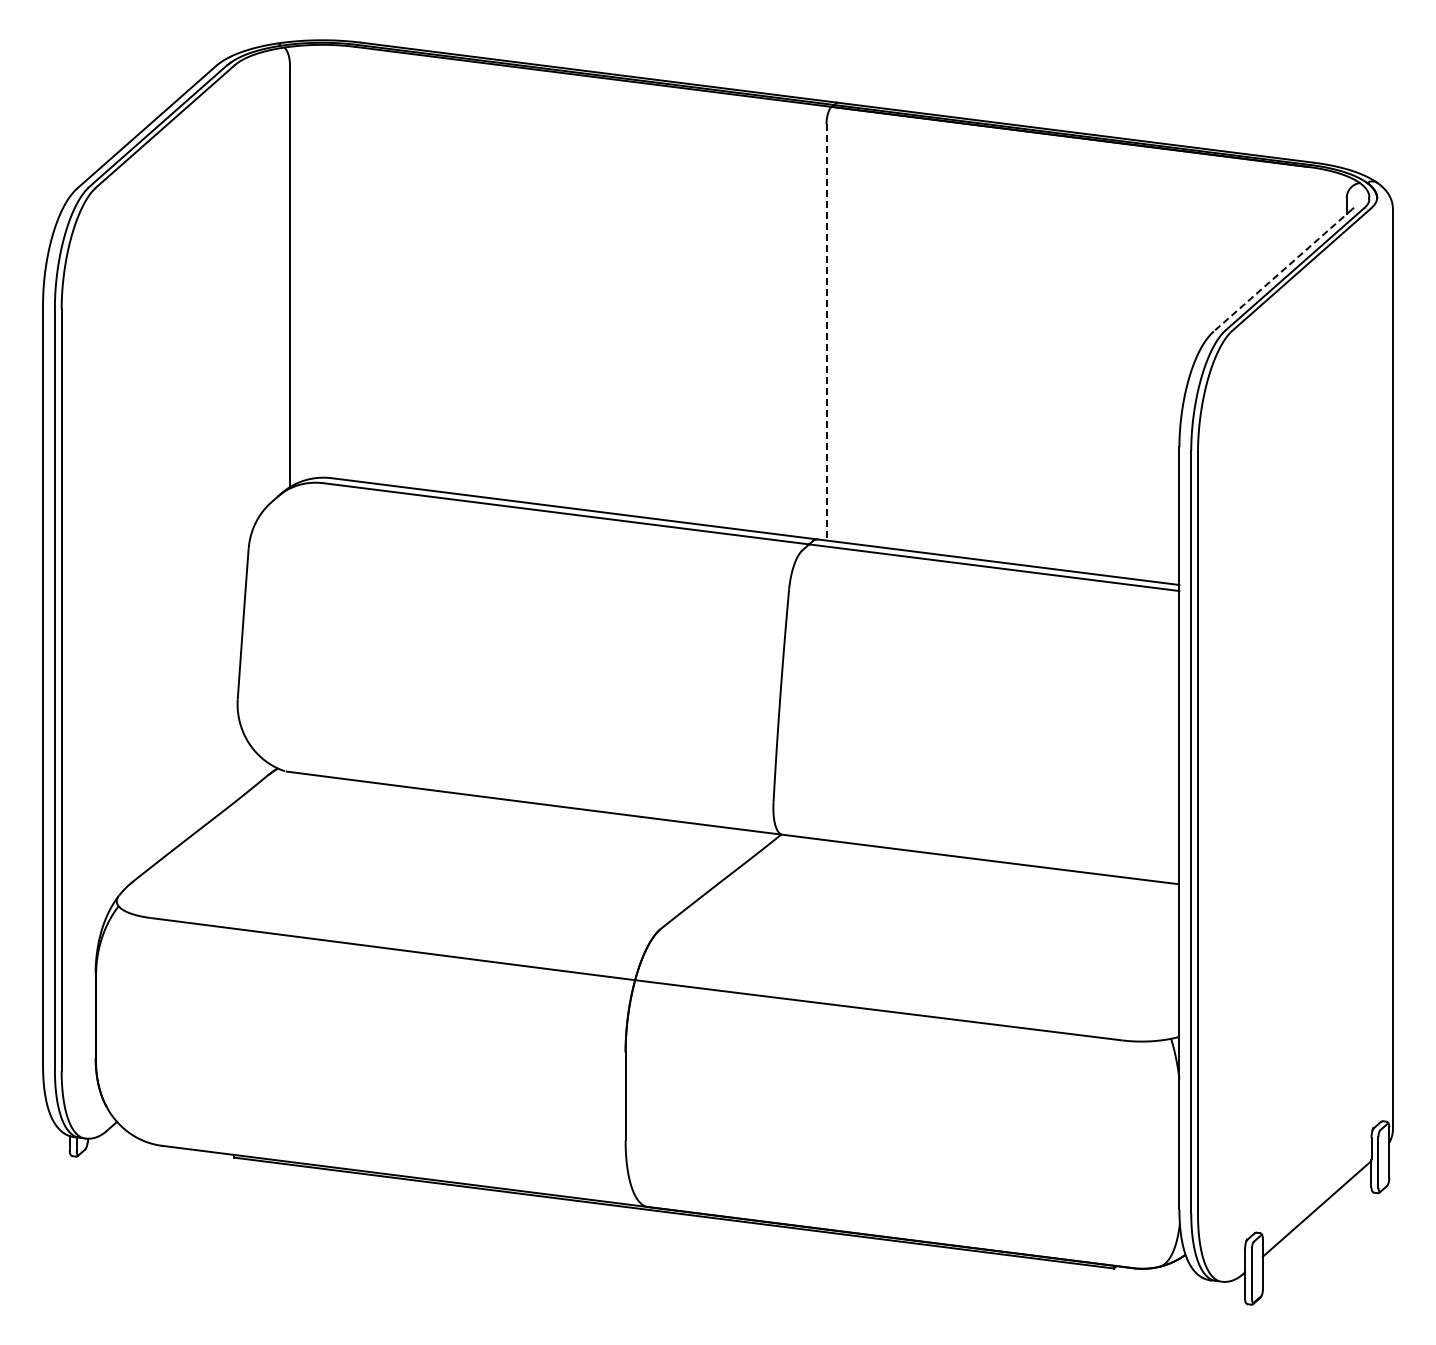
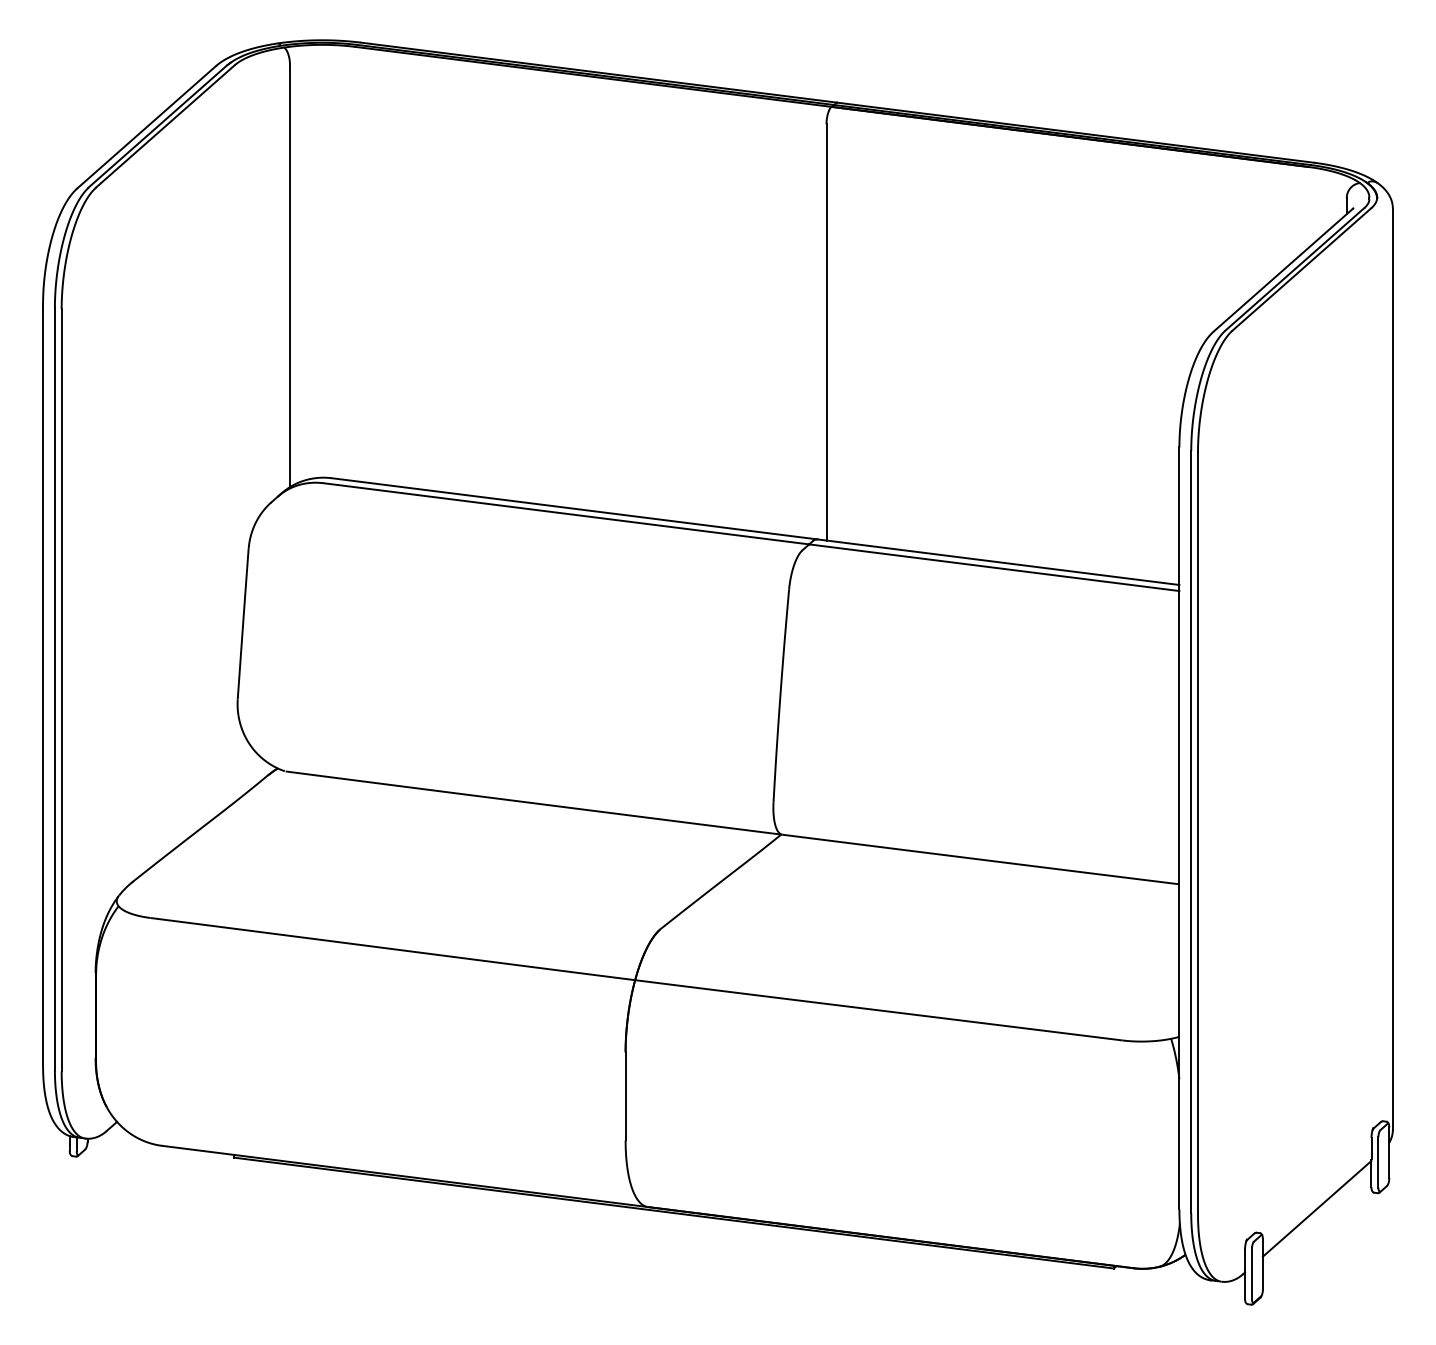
line at (1282, 270): dashed -> solid
line at (826, 332): dashed -> solid
